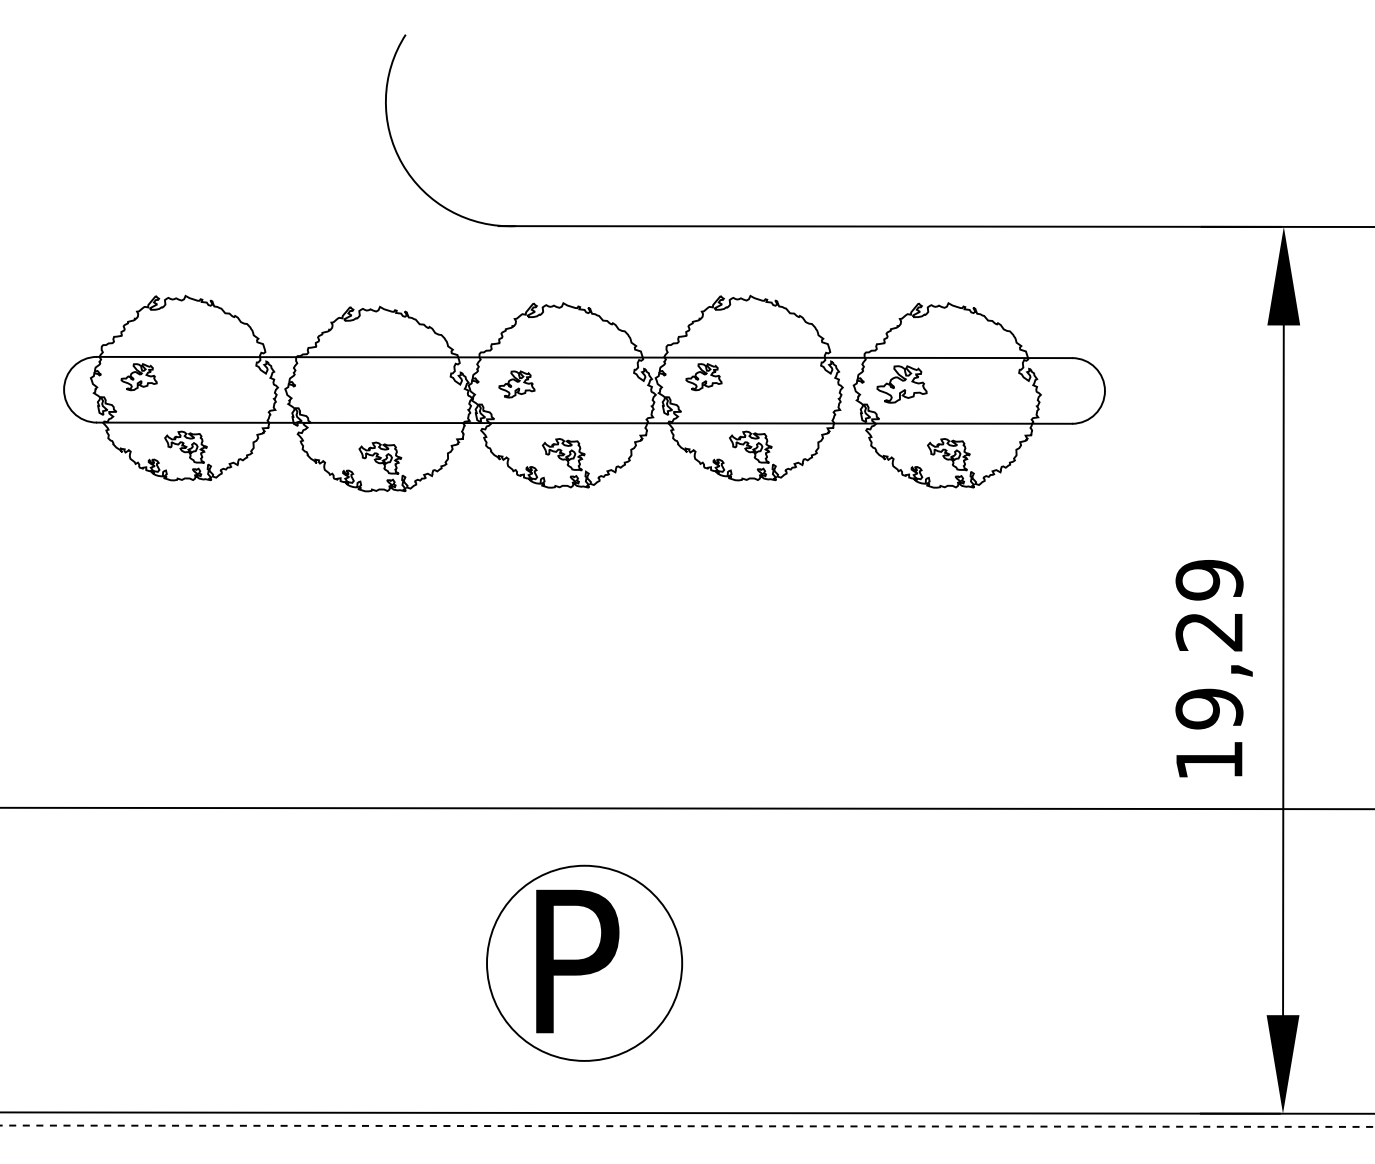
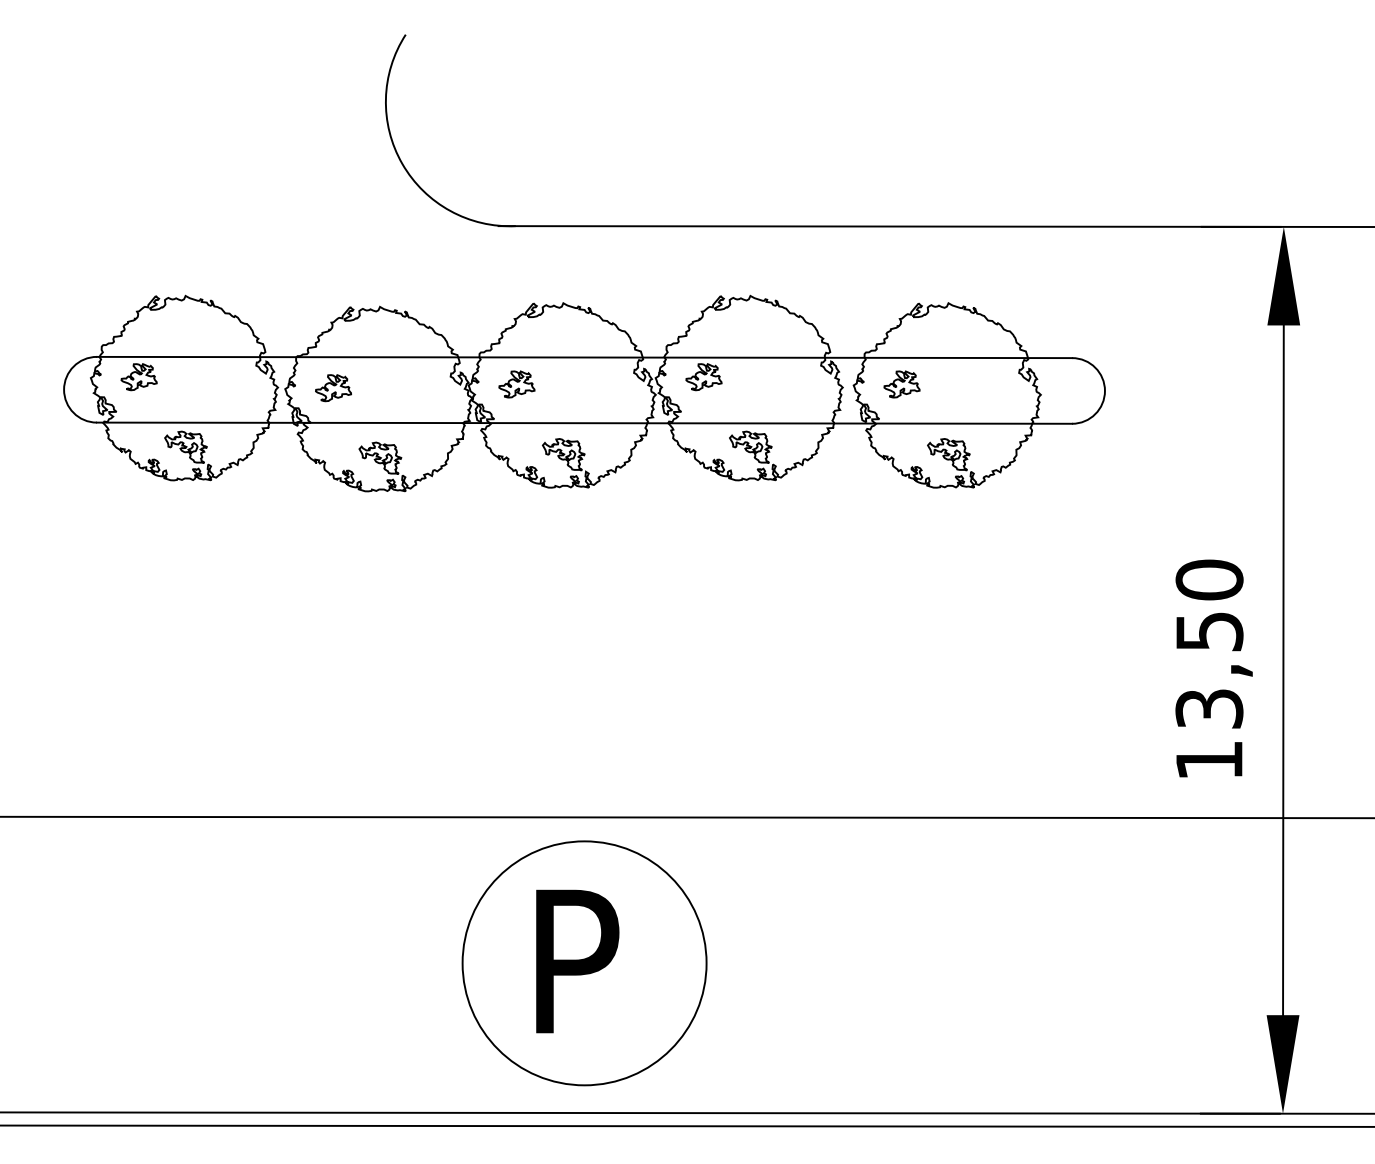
part at (901, 384) size: 52x39 px -> 38x29 px
part at (333, 388): none -> present
text at (1209, 644): 19,29 -> 13,50
line at (686, 808) position: (686, 808) -> (686, 817)
circle at (584, 962) diameter: 195 px -> 244 px
line at (687, 1126): dashed -> solid
